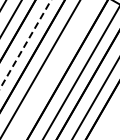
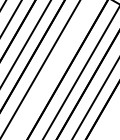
line at (25, 43): dashed -> solid
